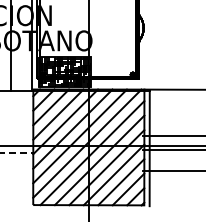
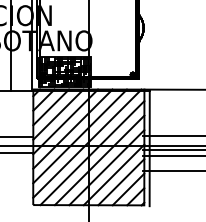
line at (17, 137): none -> present
line at (17, 152): dashed -> solid
line at (172, 155): none -> present
